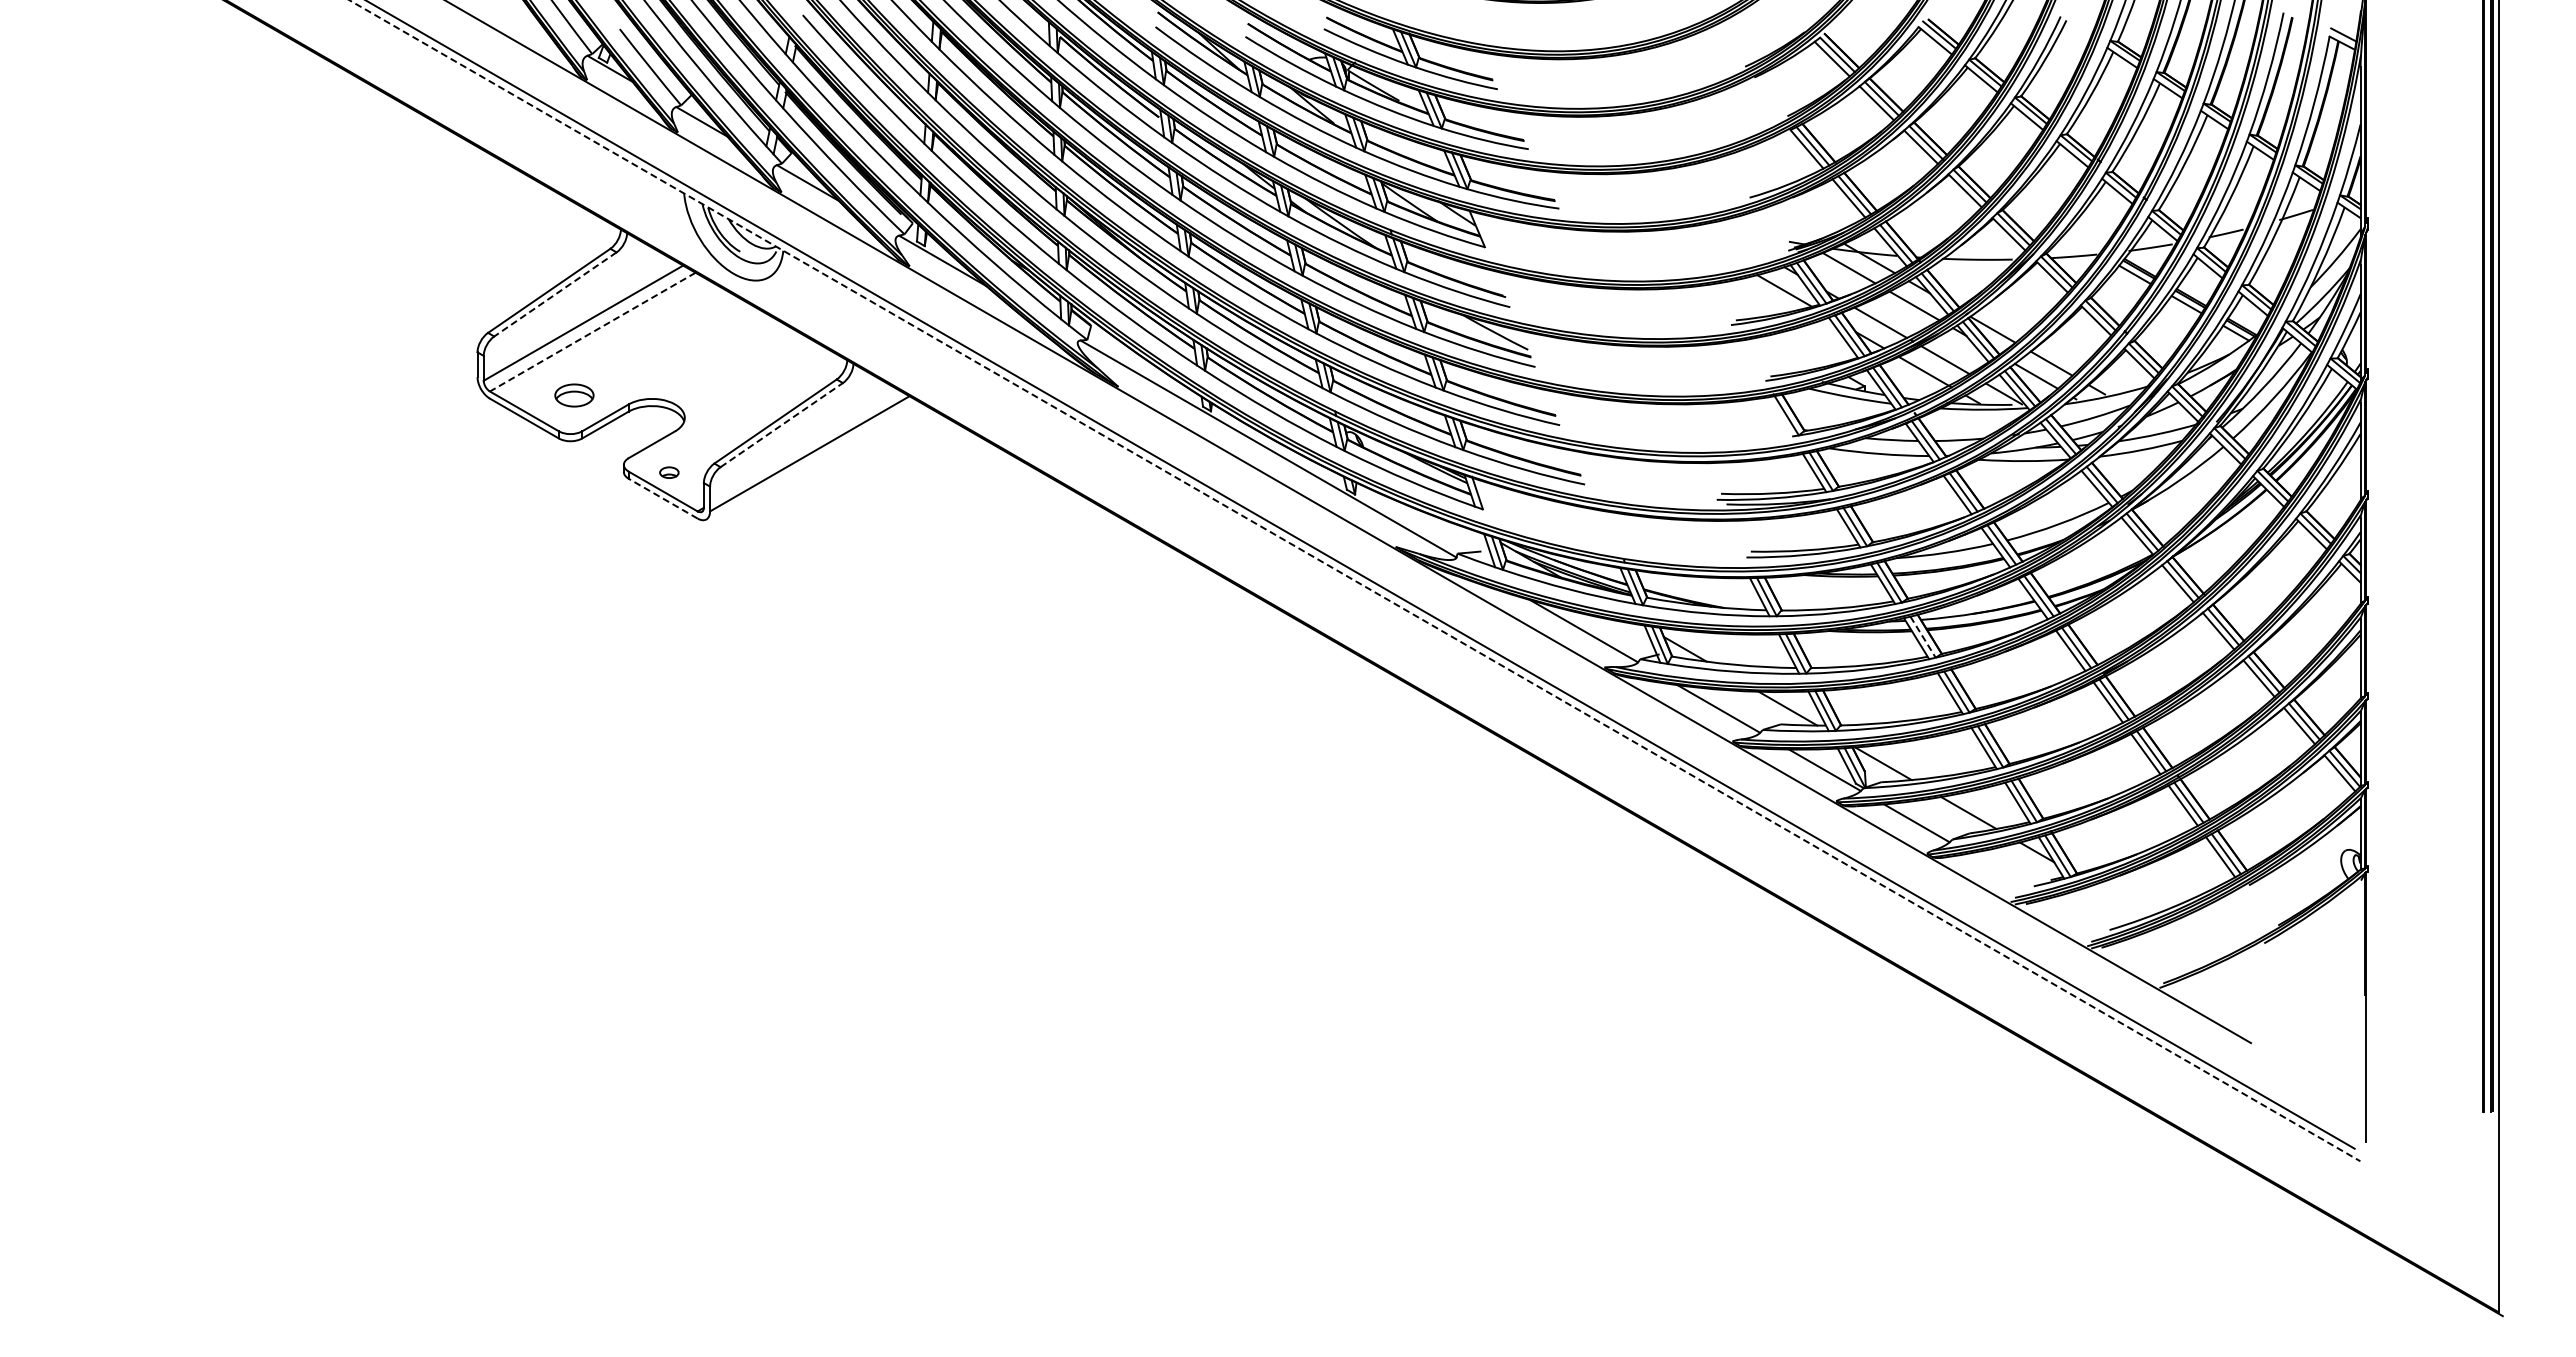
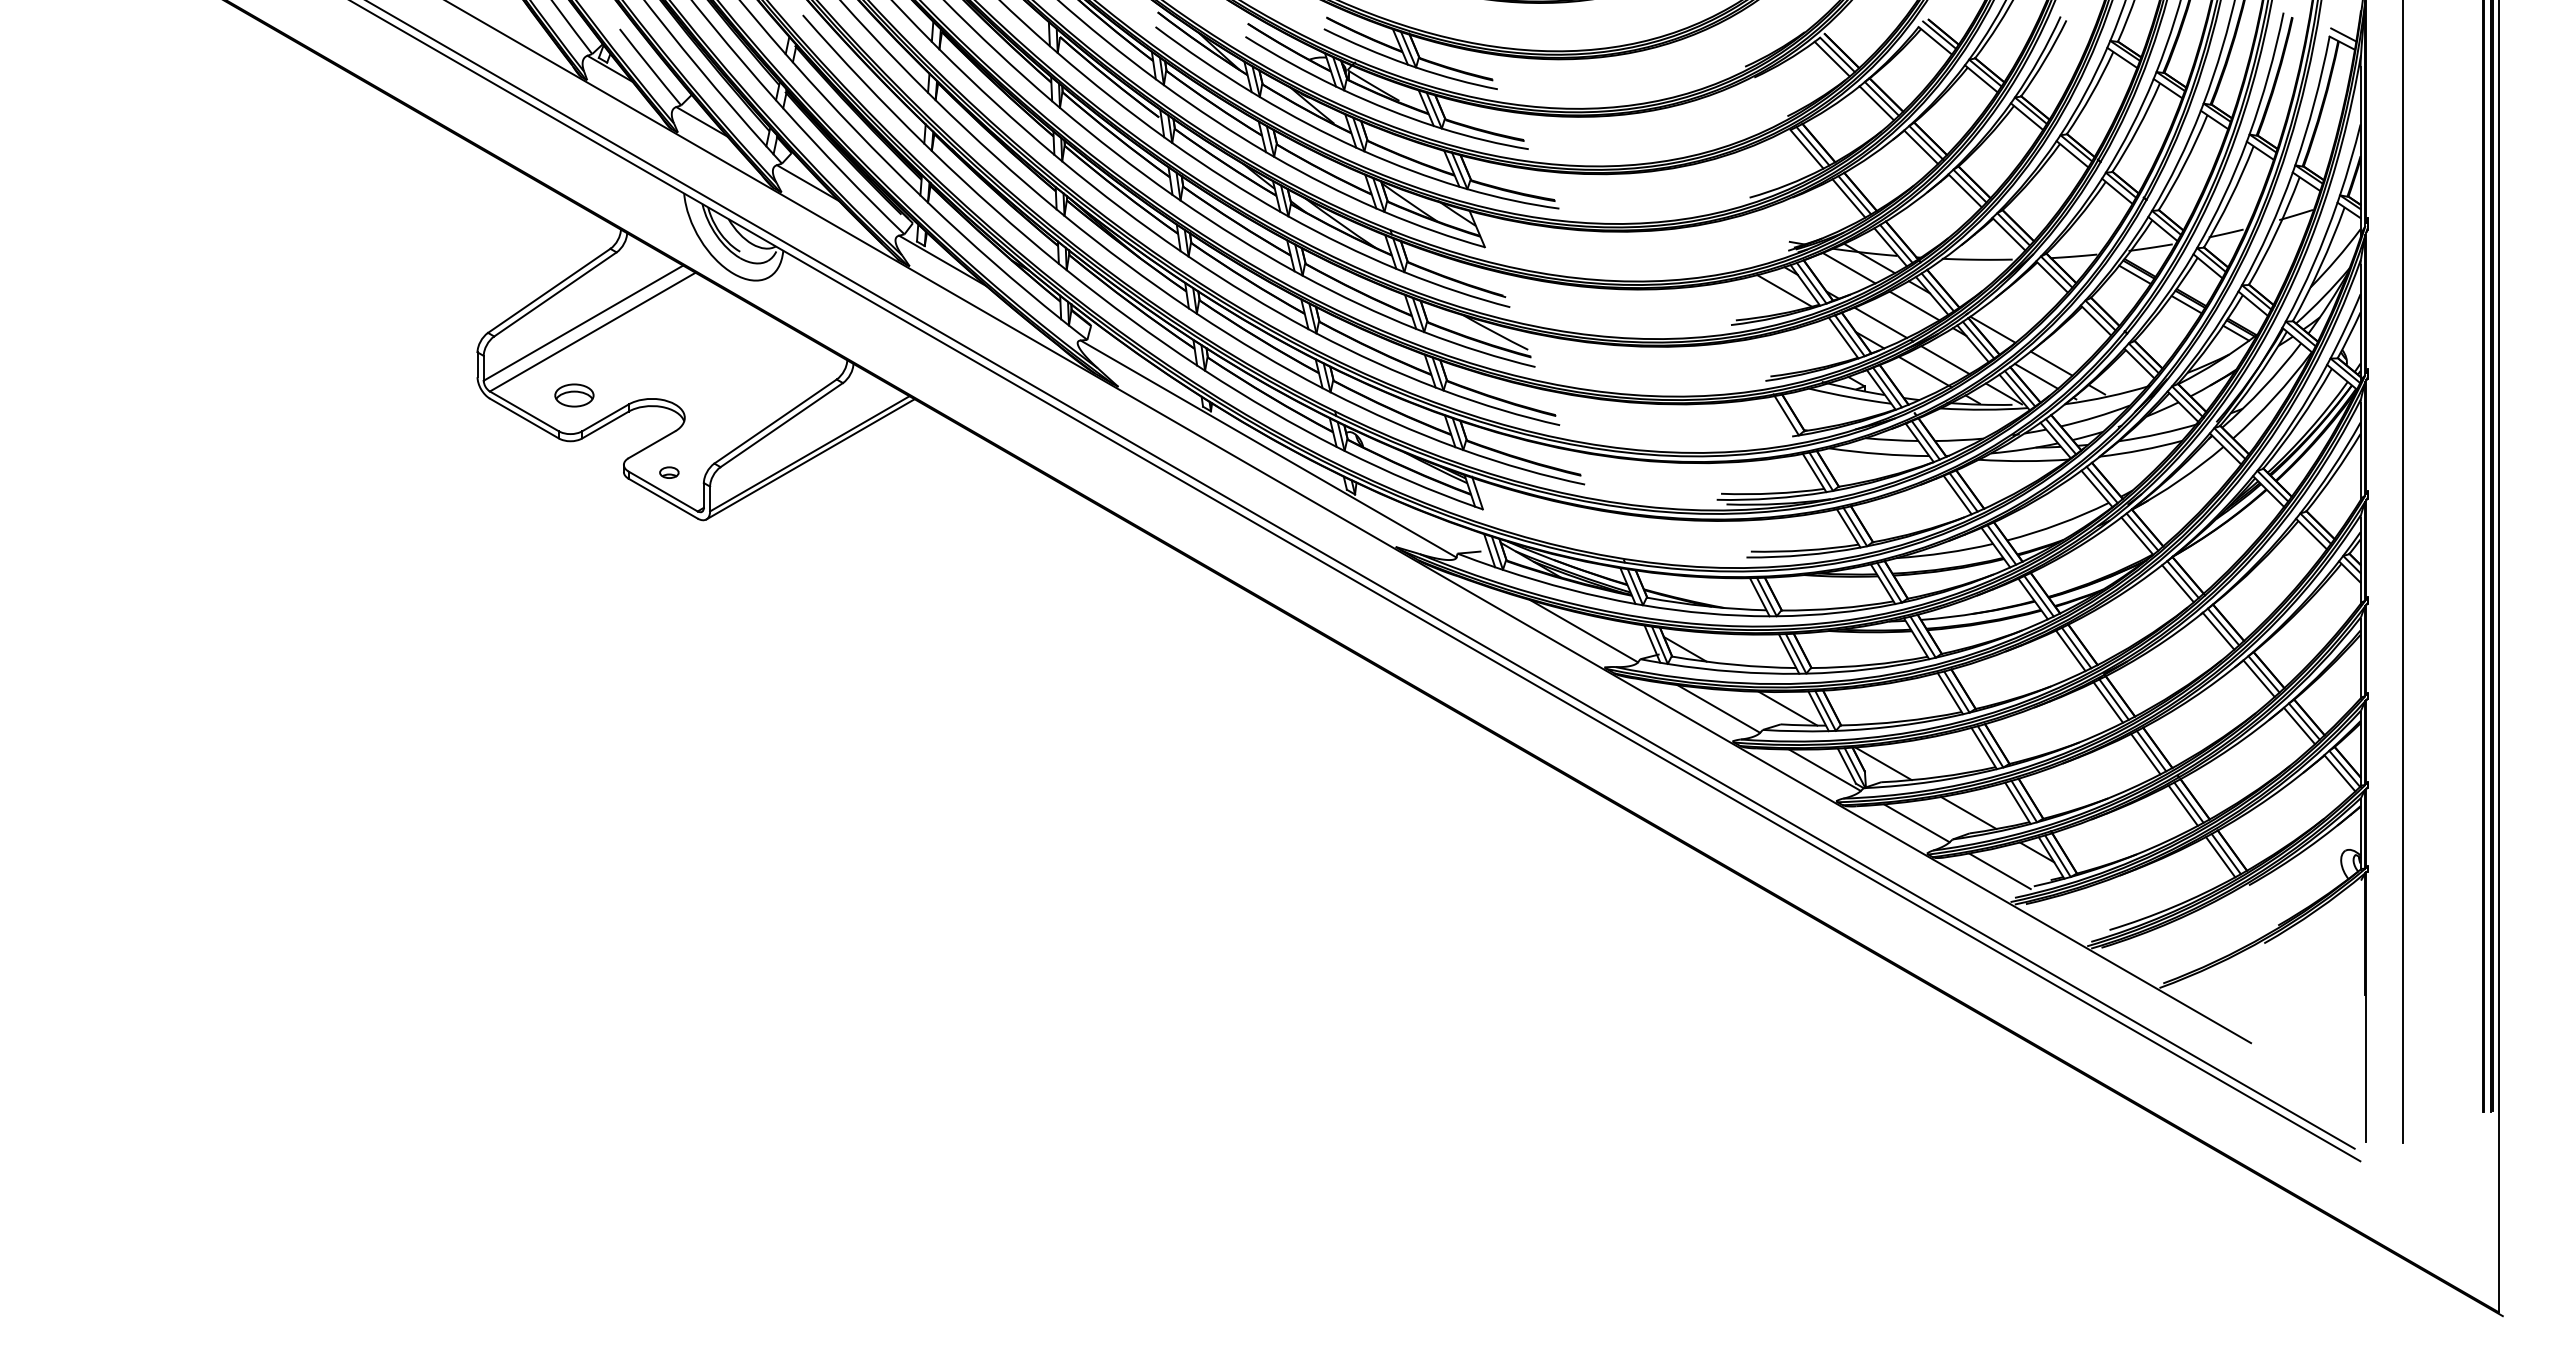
line at (555, 294): dashed -> solid
line at (592, 332): dashed -> solid
line at (782, 424): dashed -> solid
line at (810, 459): none -> present
line at (663, 498): dashed -> solid
line at (2403, 572): none -> present
line at (1355, 580): dashed -> solid
line at (1923, 637): dashed -> solid
line at (1999, 871): none -> present
